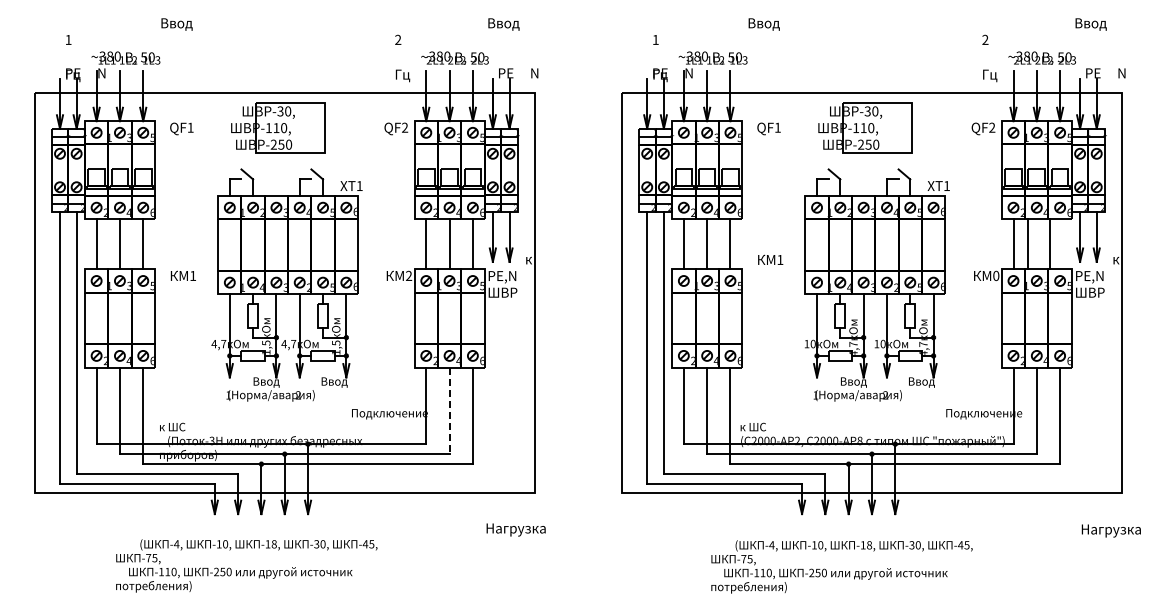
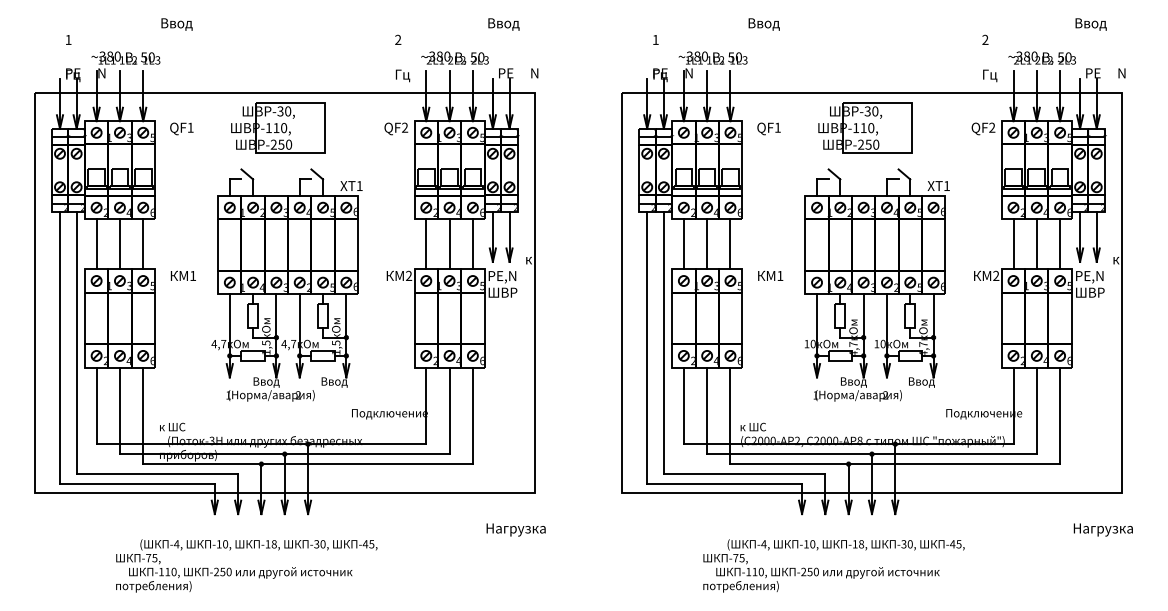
line at (1027, 244) position: (1027, 244) -> (1036, 244)
line at (1050, 244) position: (1050, 244) -> (1060, 244)
text at (770, 259) position: (770, 259) -> (770, 275)
text at (996, 276): 0 -> 2
line at (449, 411): dashed -> solid
text at (925, 558) position: (925, 558) -> (917, 557)
